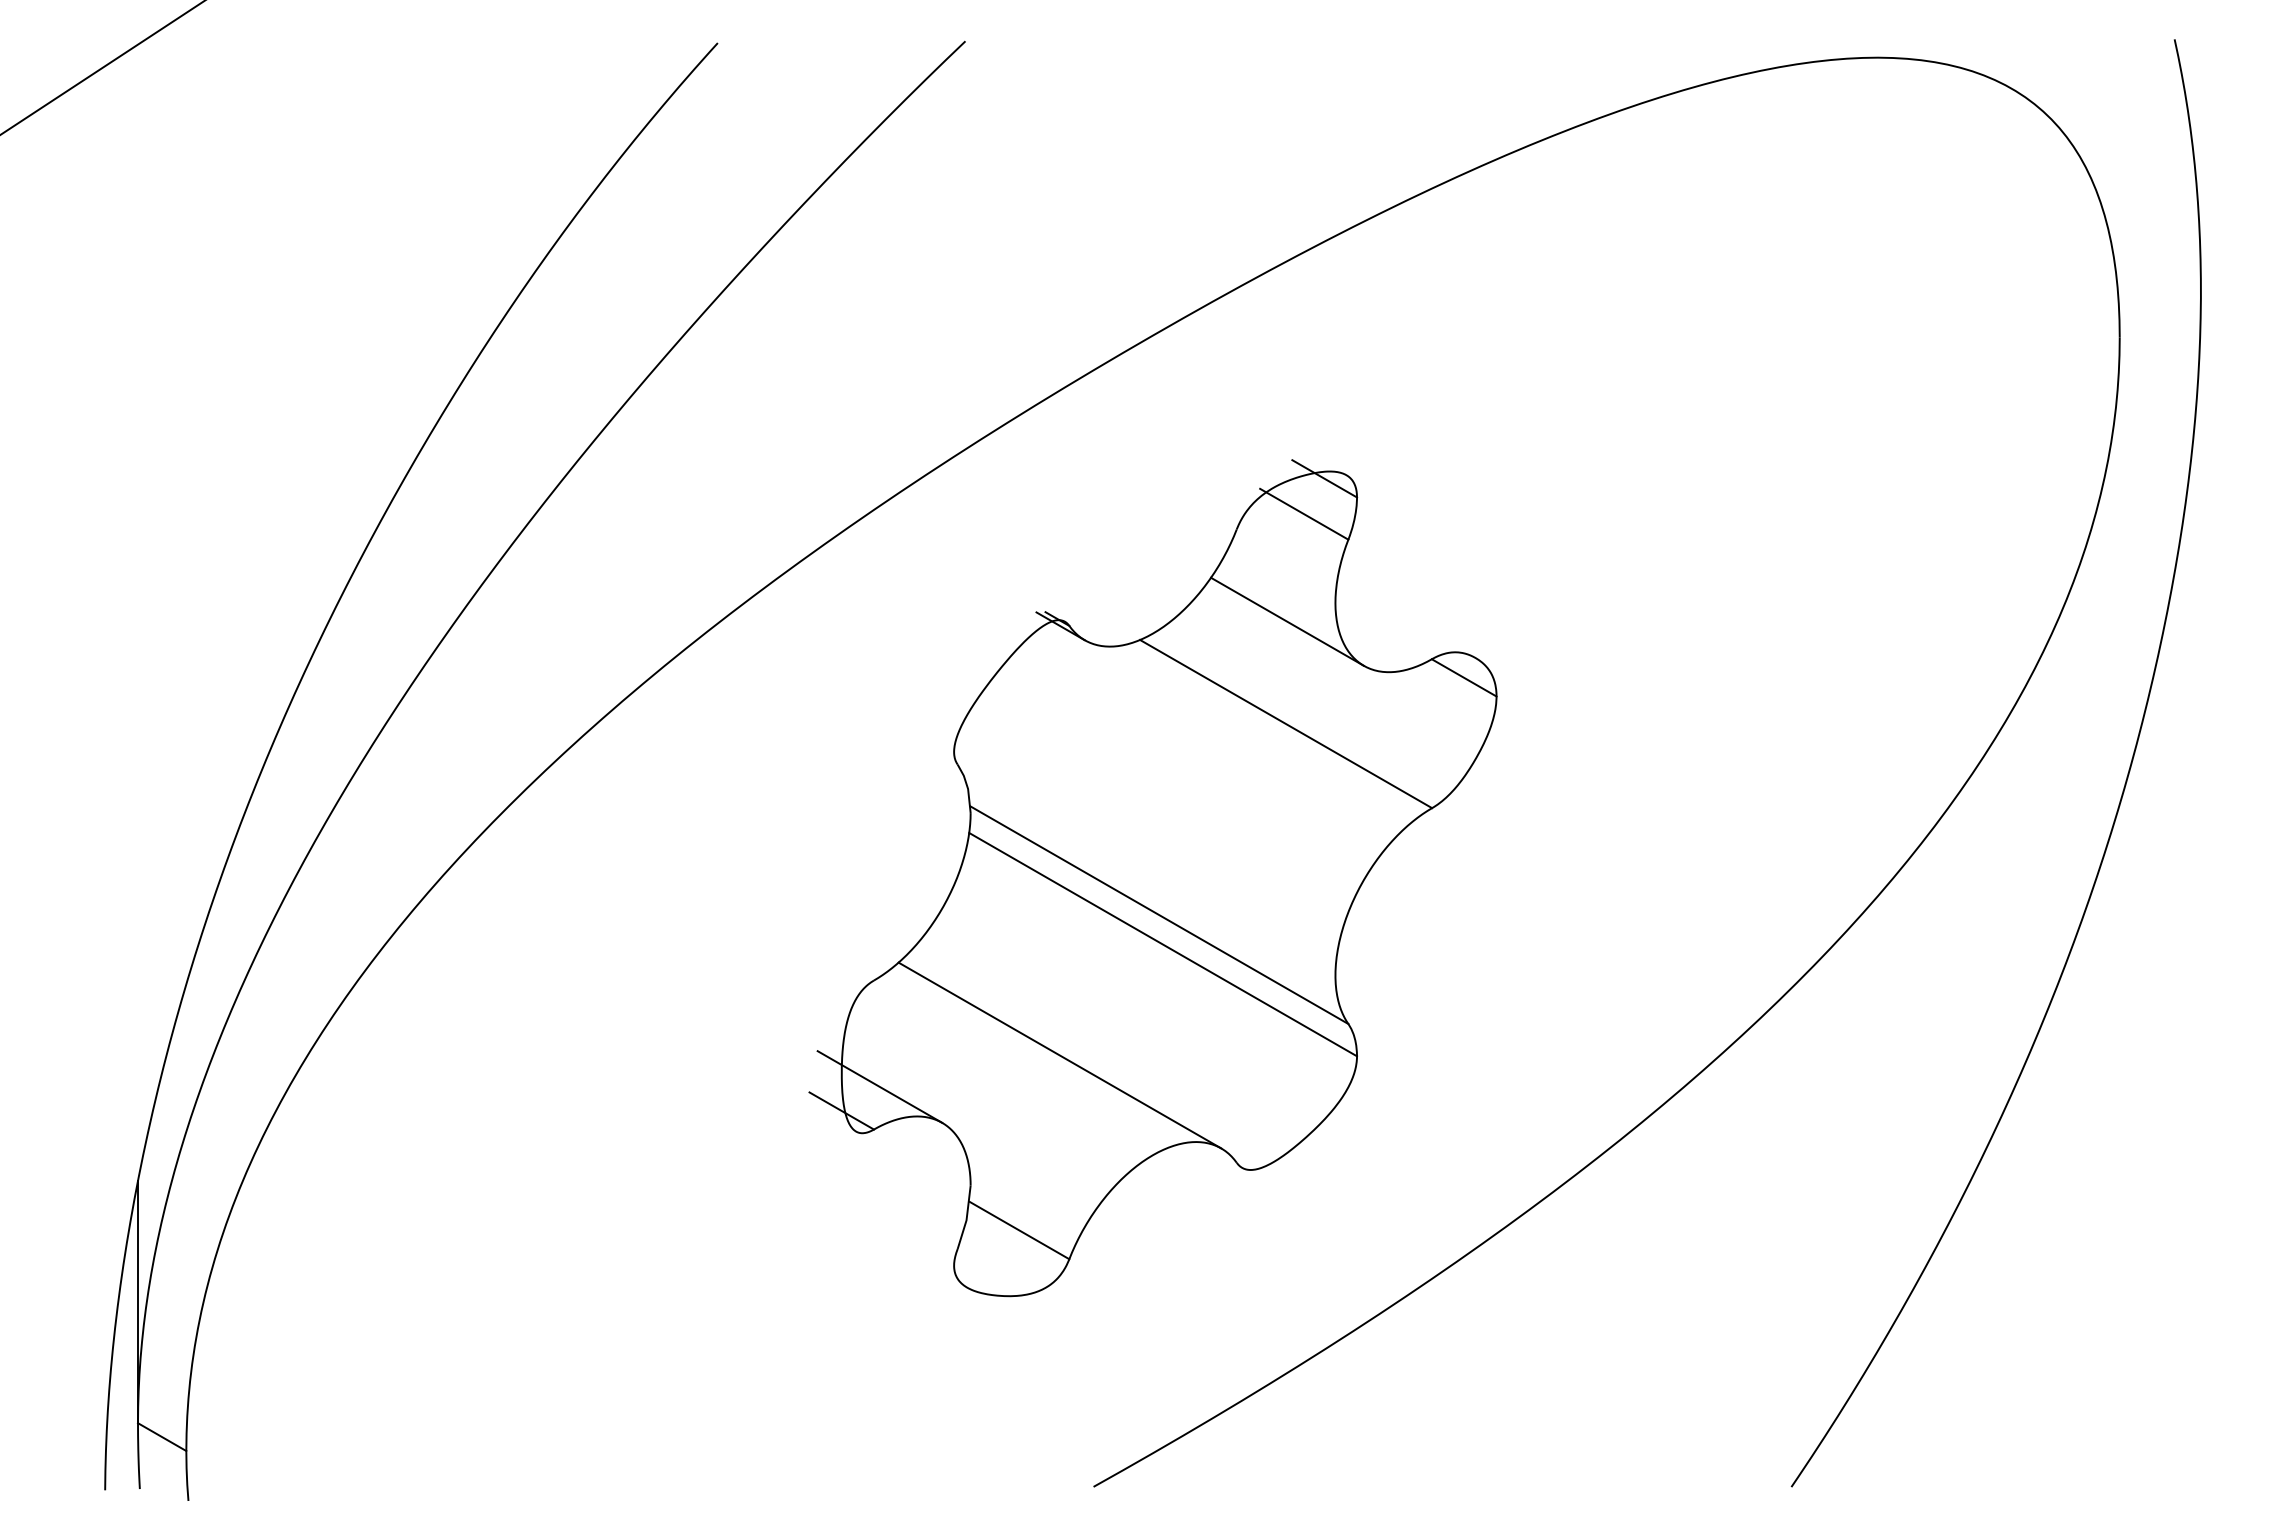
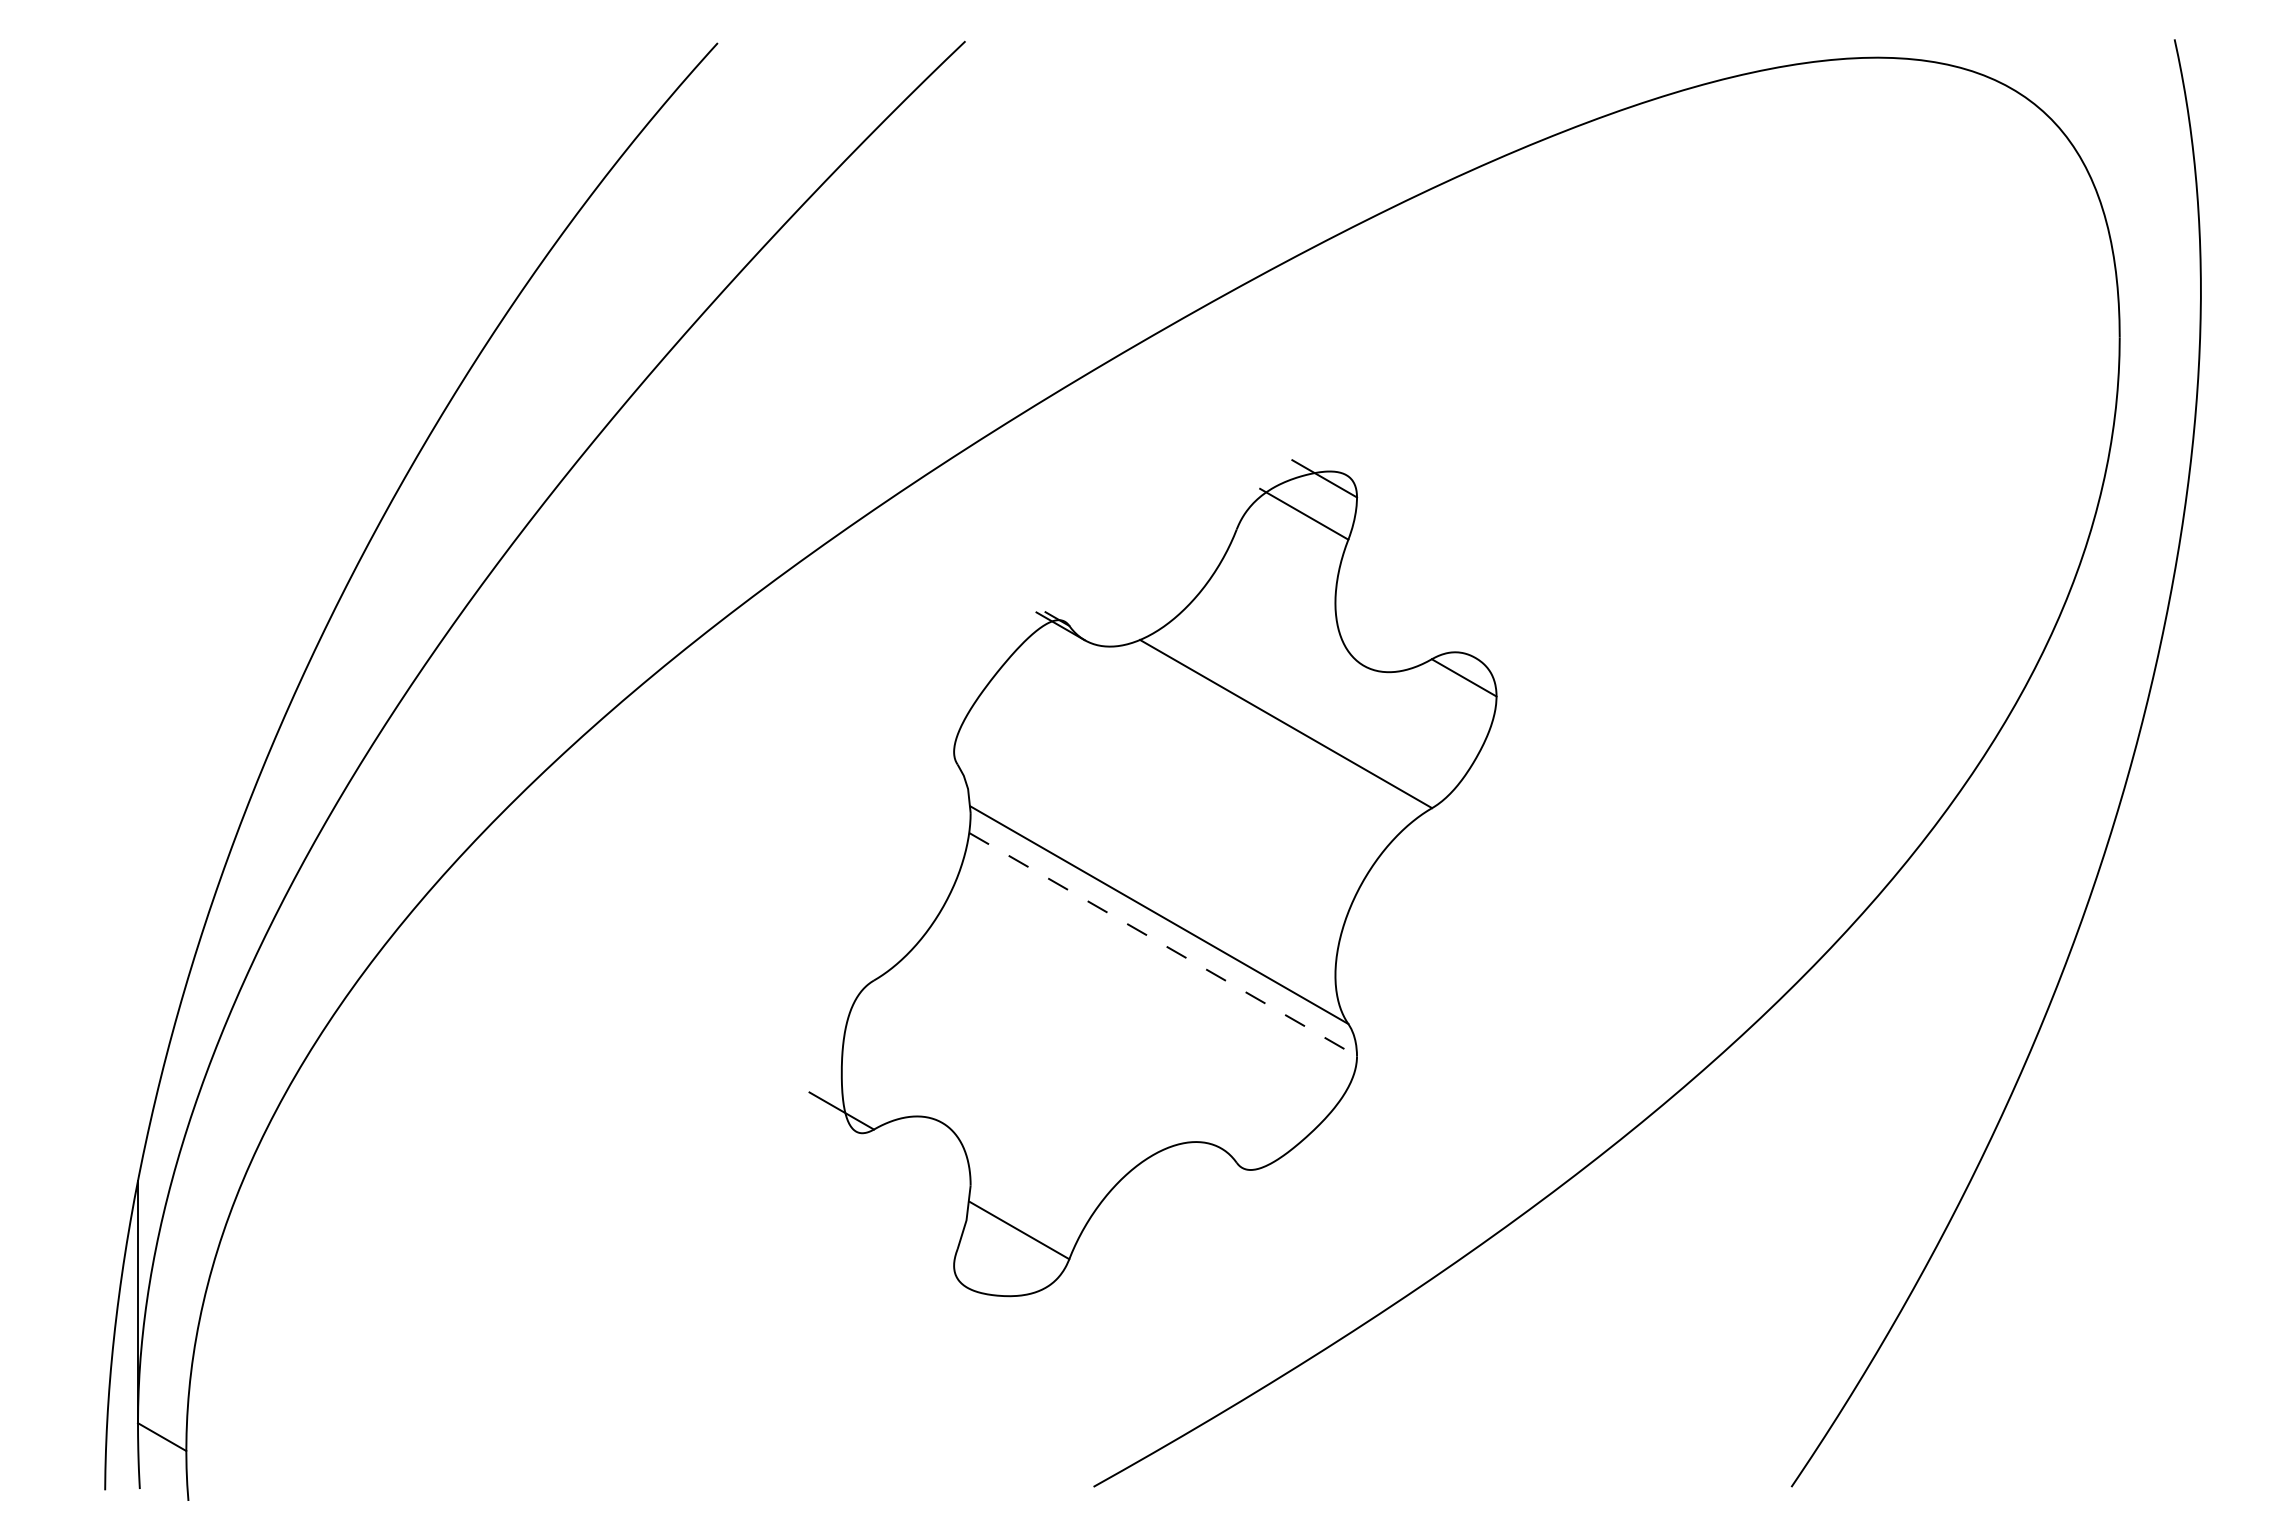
line at (102, 67): present -> none
line at (1287, 621): present -> none
line at (1163, 944): solid -> dashed
line at (1059, 1055): present -> none
line at (879, 1086): present -> none
